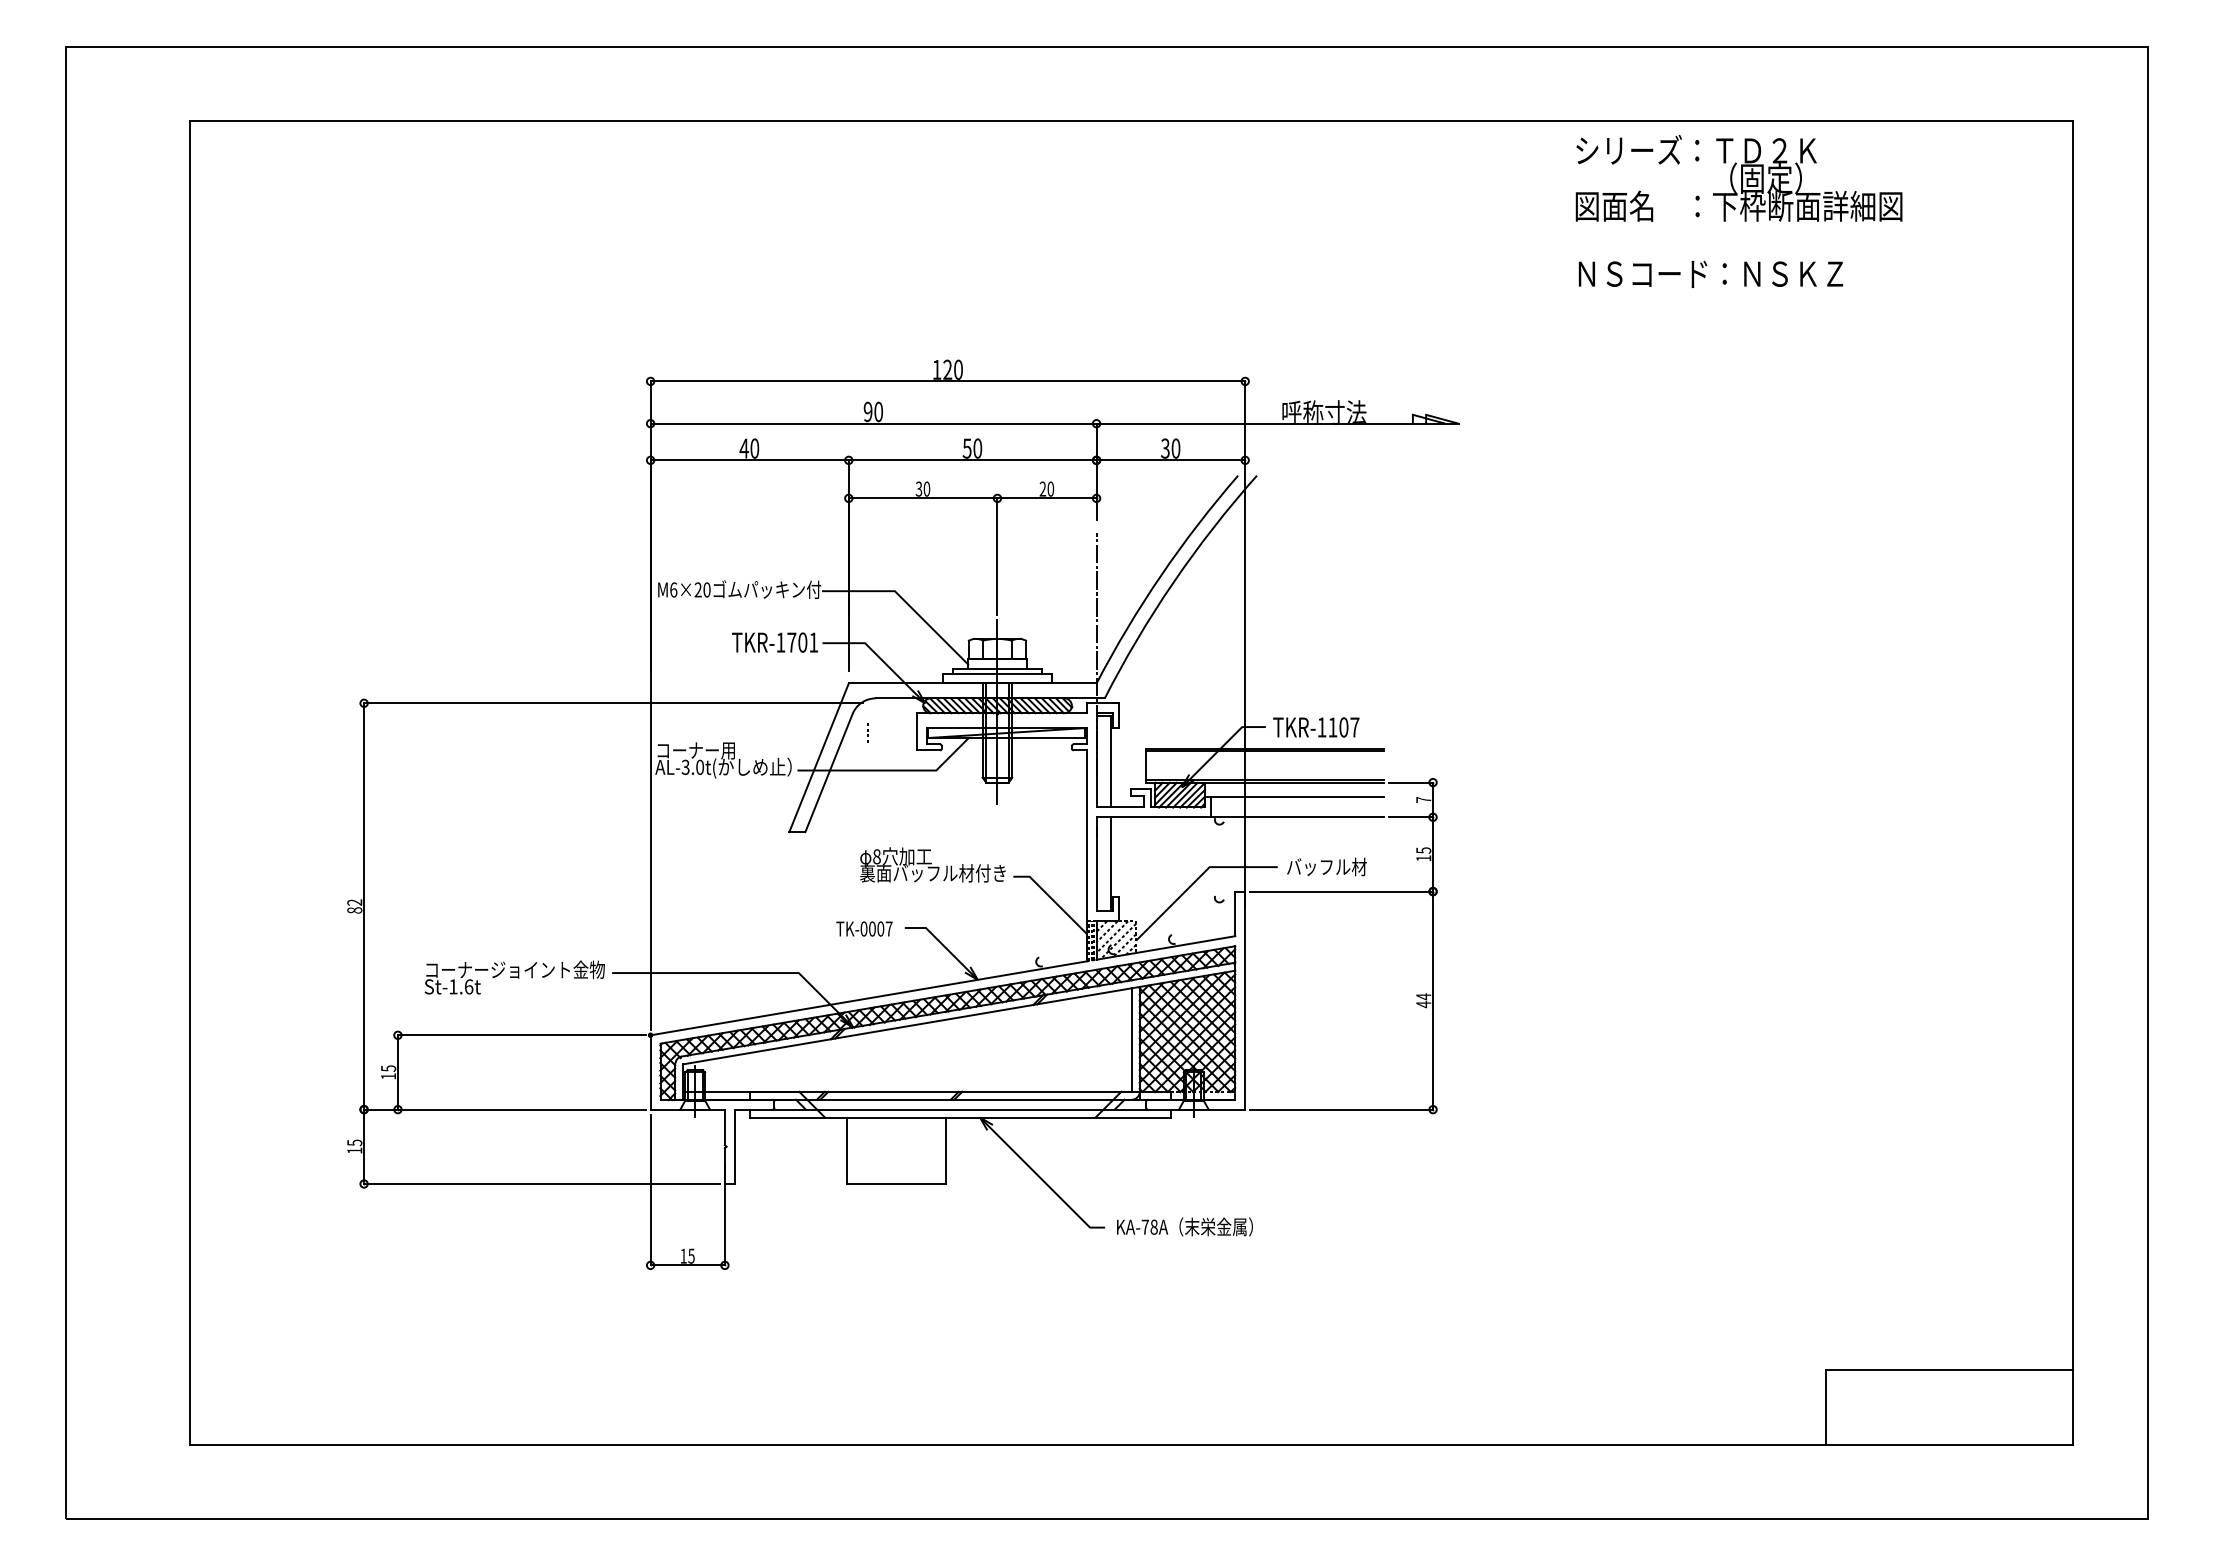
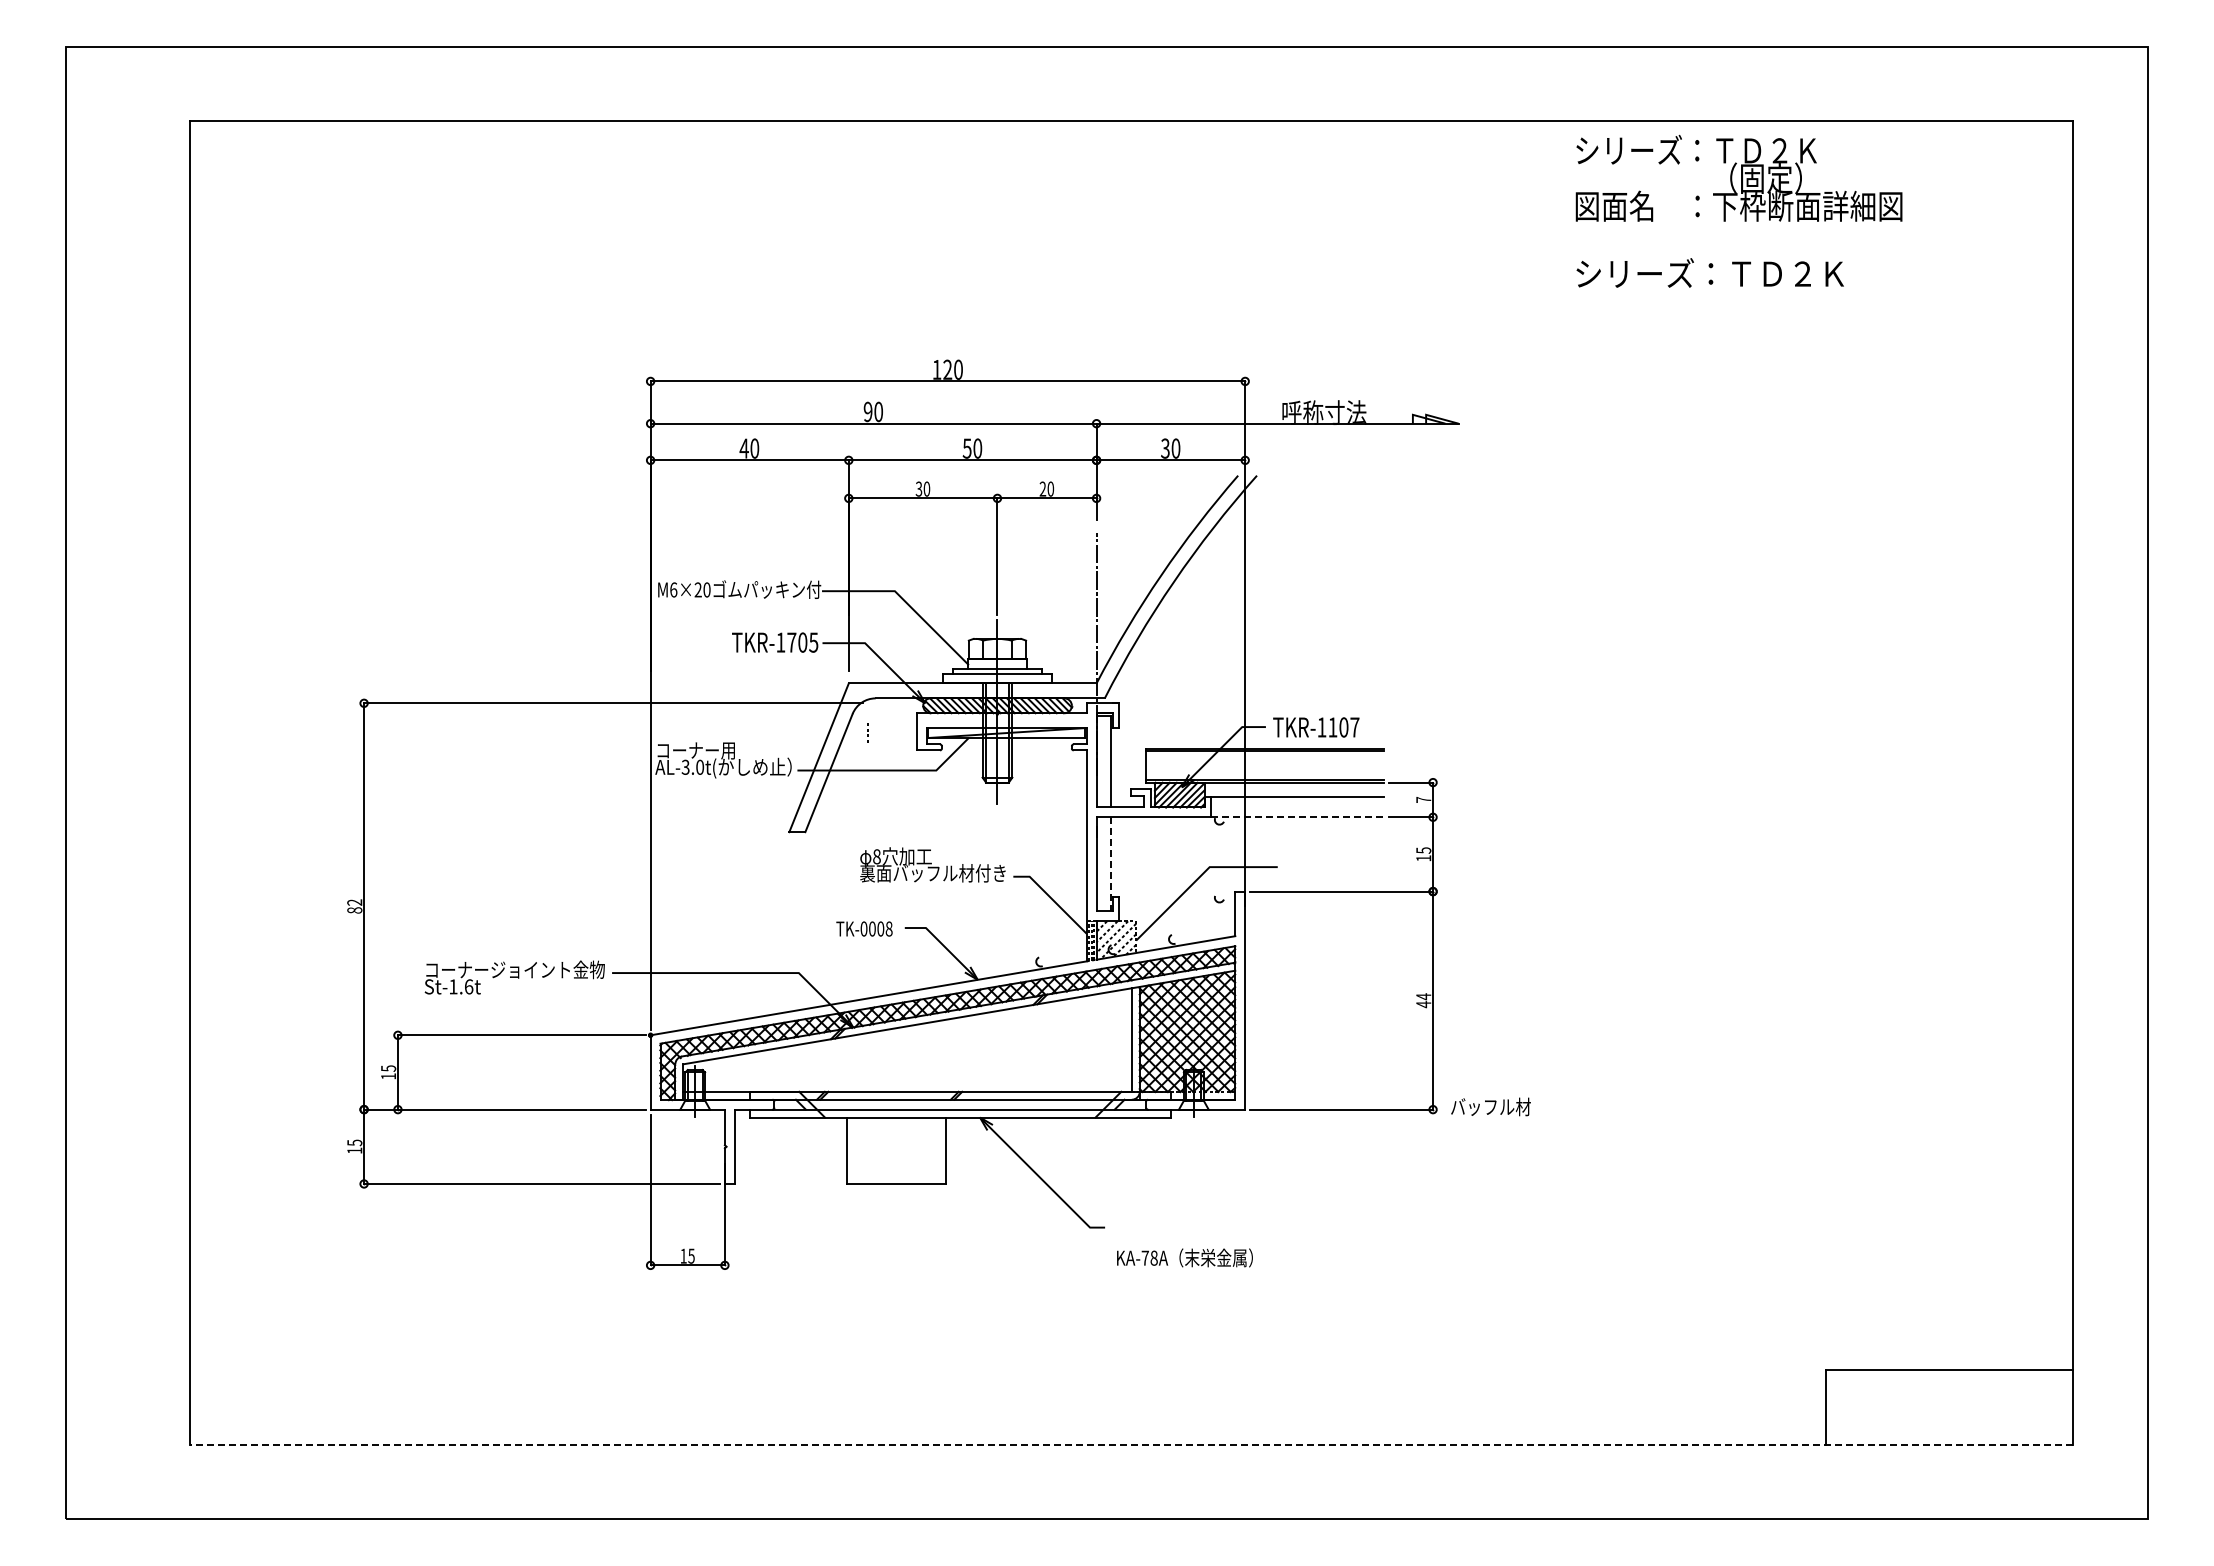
text at (1709, 272): ＮＳコード：ＮＳＫＺ -> シリーズ：ＴＤ２Ｋ
text at (813, 642): TKR-1701 -> TKR-1705
line at (1297, 817): solid -> dashed
line at (1111, 864): solid -> dashed
text at (1326, 866) position: (1326, 866) -> (1490, 1106)
text at (888, 928): TK-0007 -> TK-0008
text at (1184, 1226) position: (1184, 1226) -> (1184, 1257)
line at (1131, 1444): solid -> dashed
